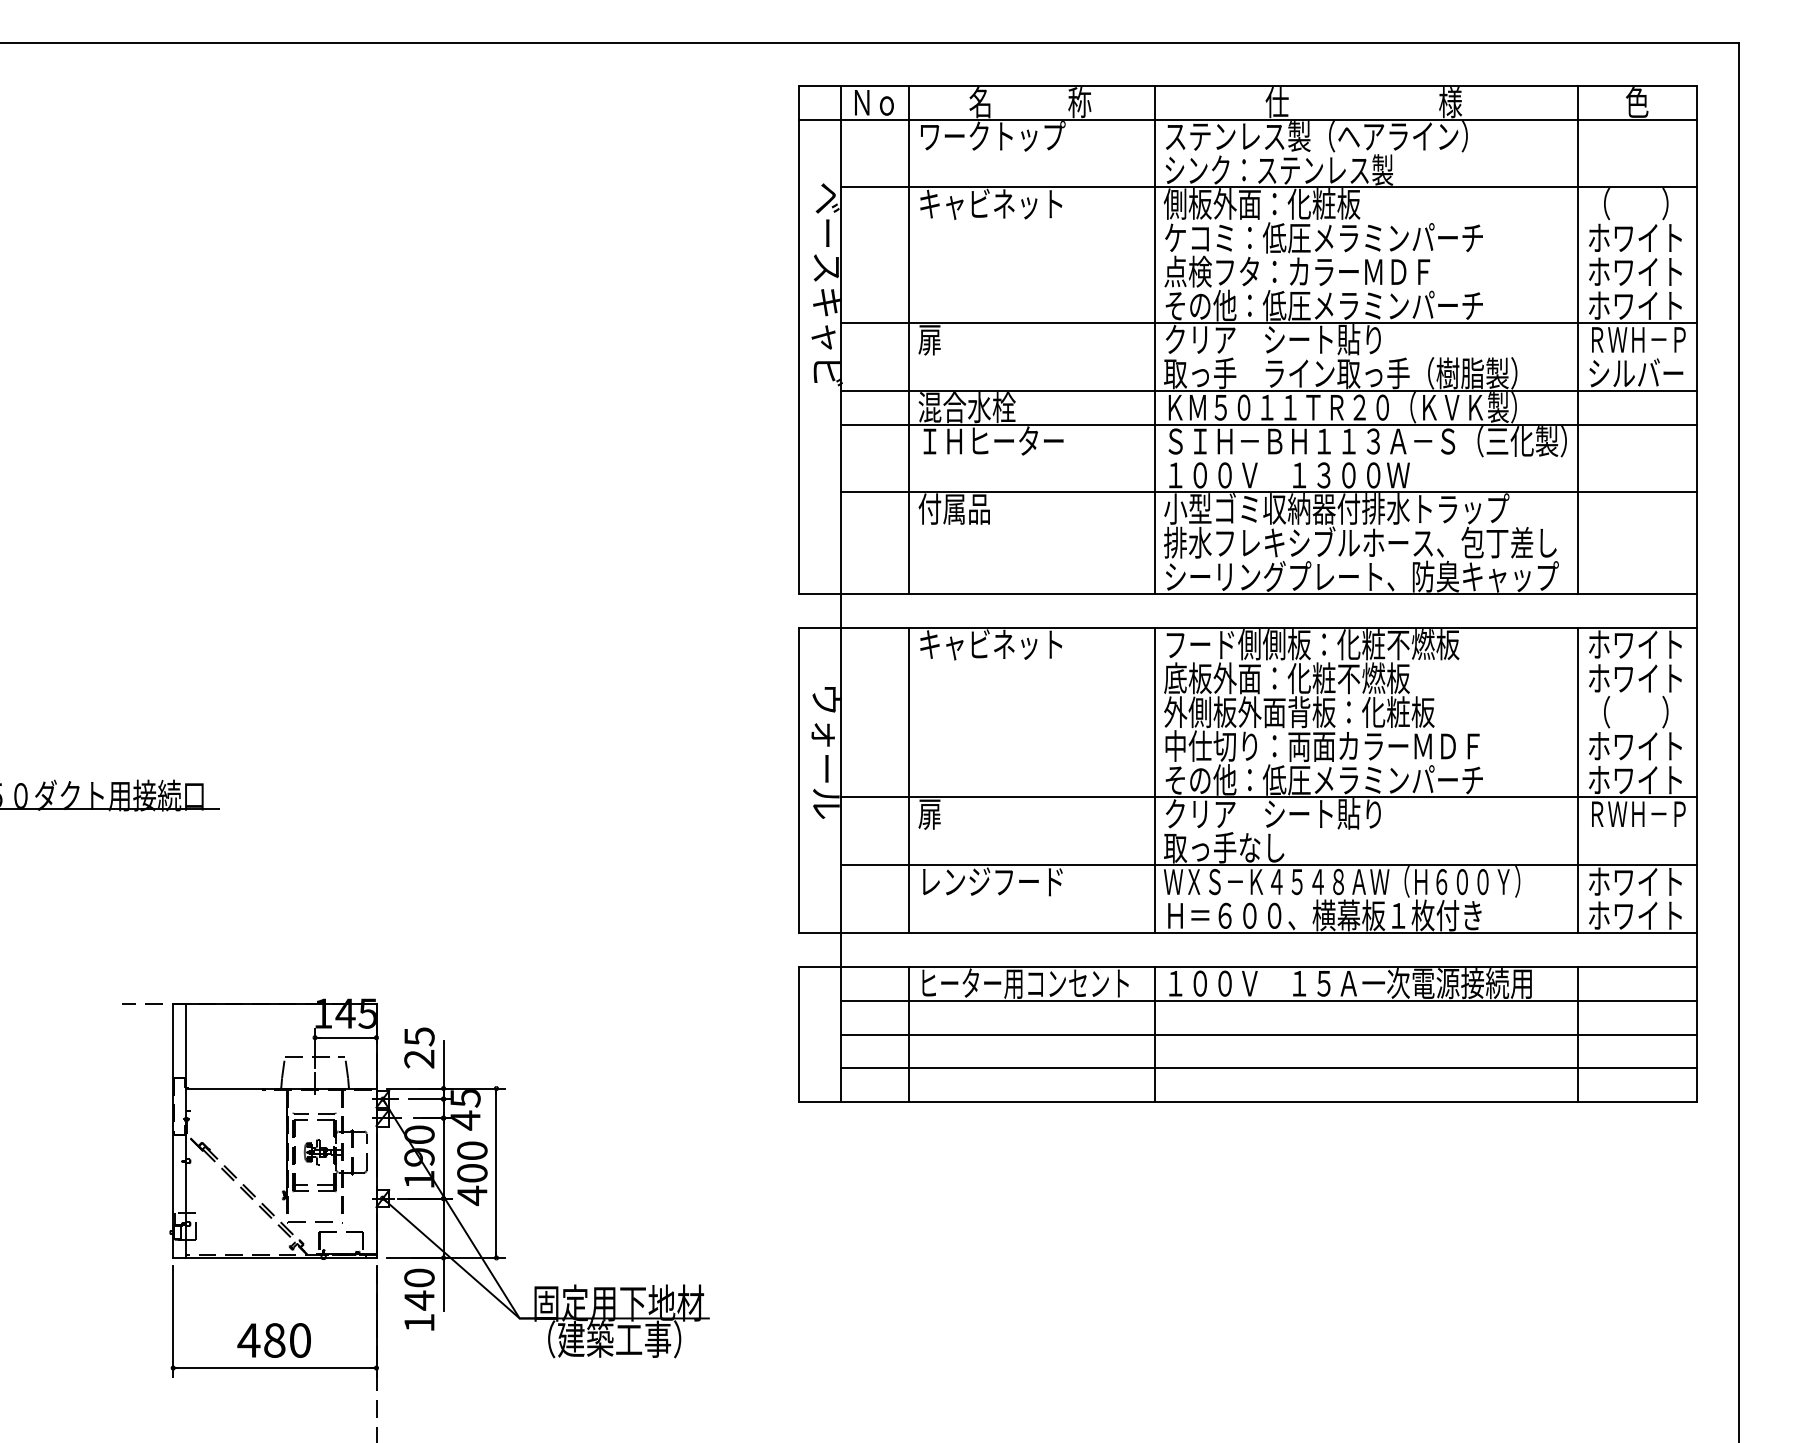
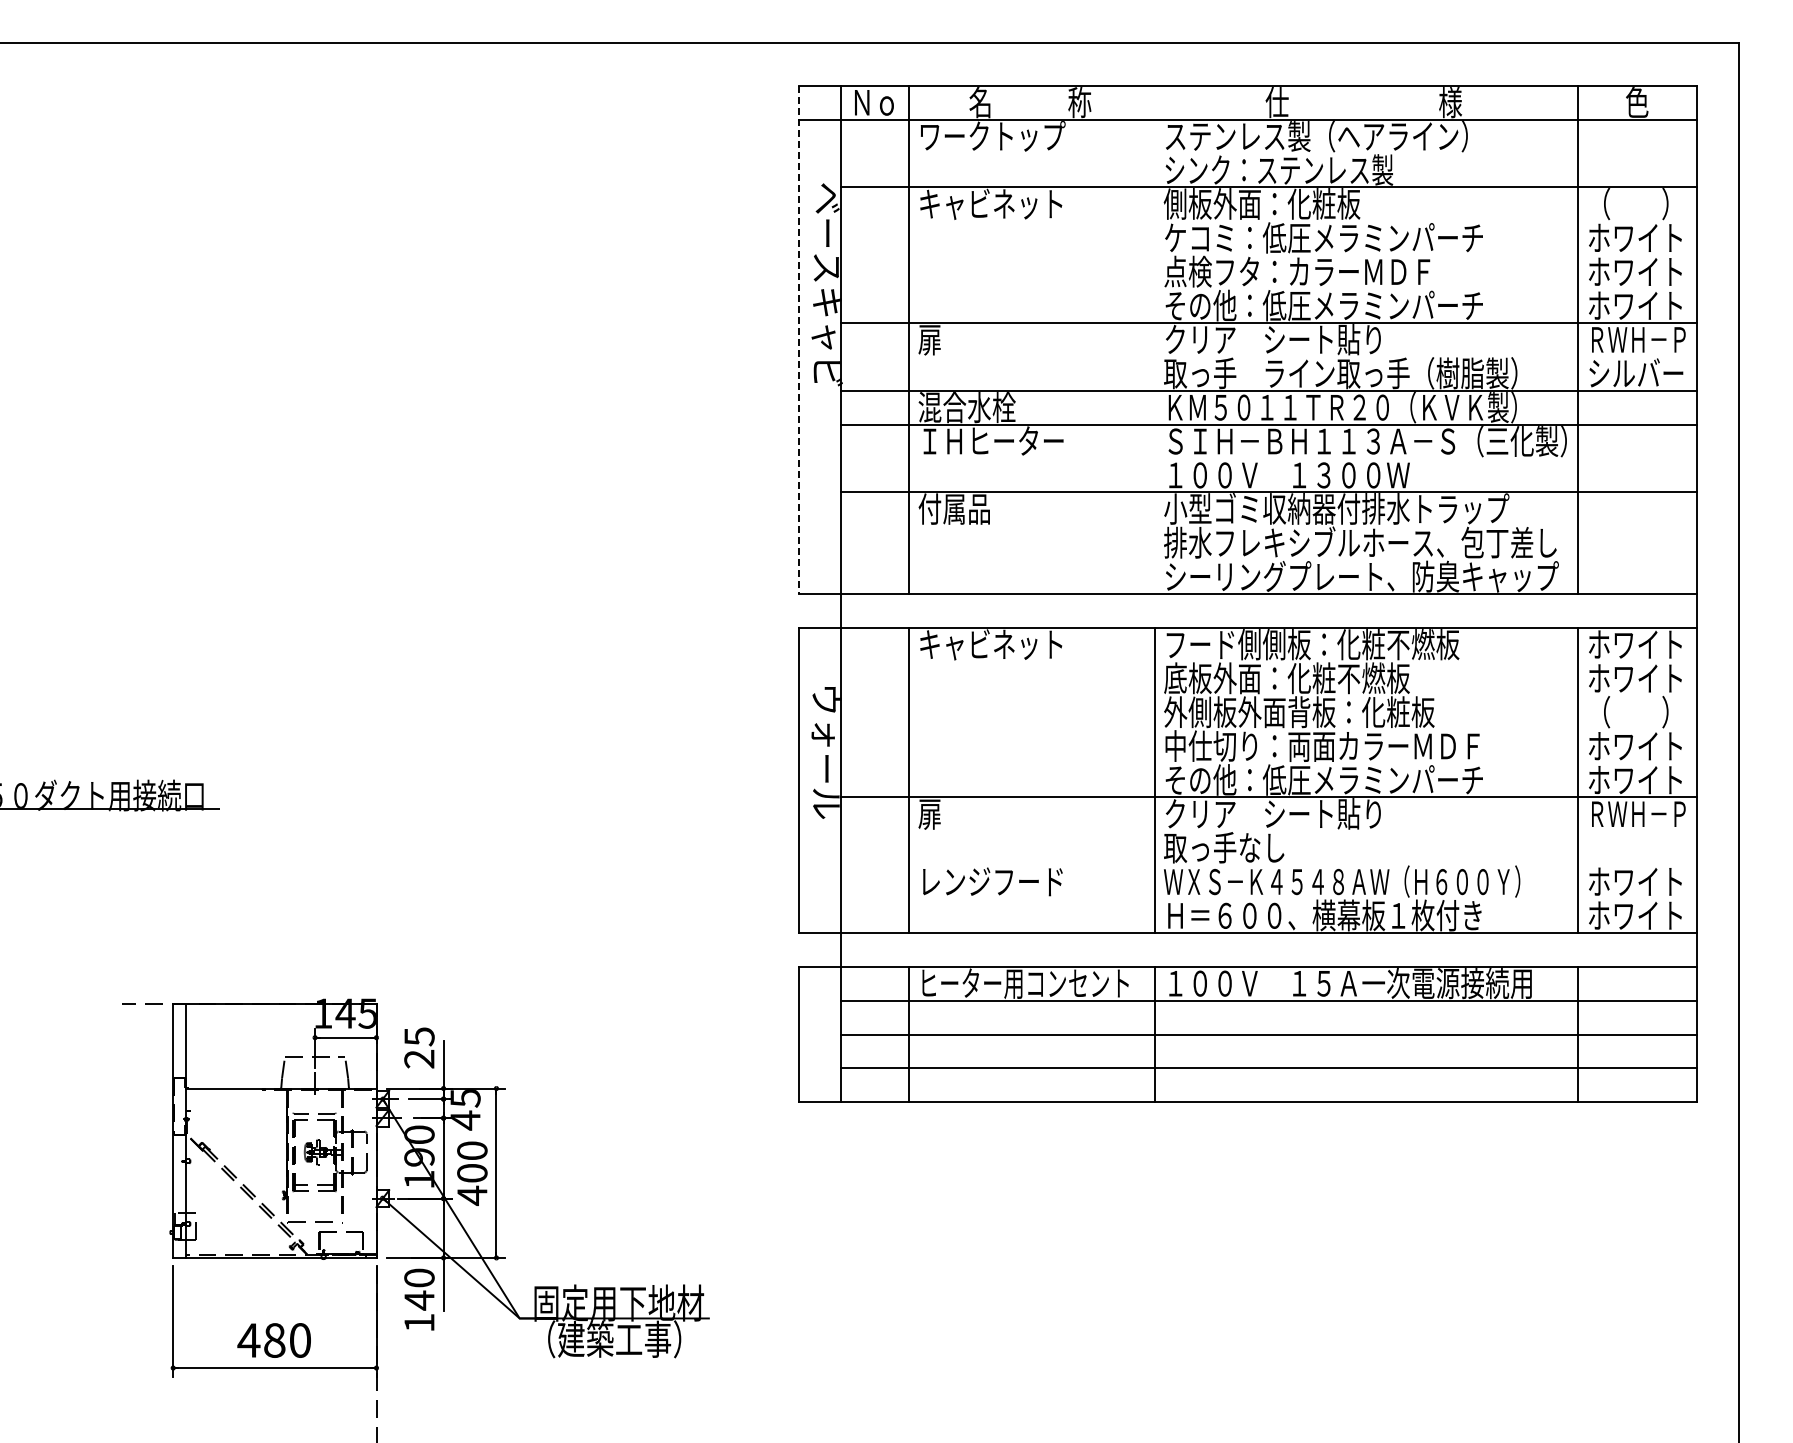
line at (1154, 339): present -> none
line at (798, 340): solid -> dashed
line at (1268, 865): present -> none
